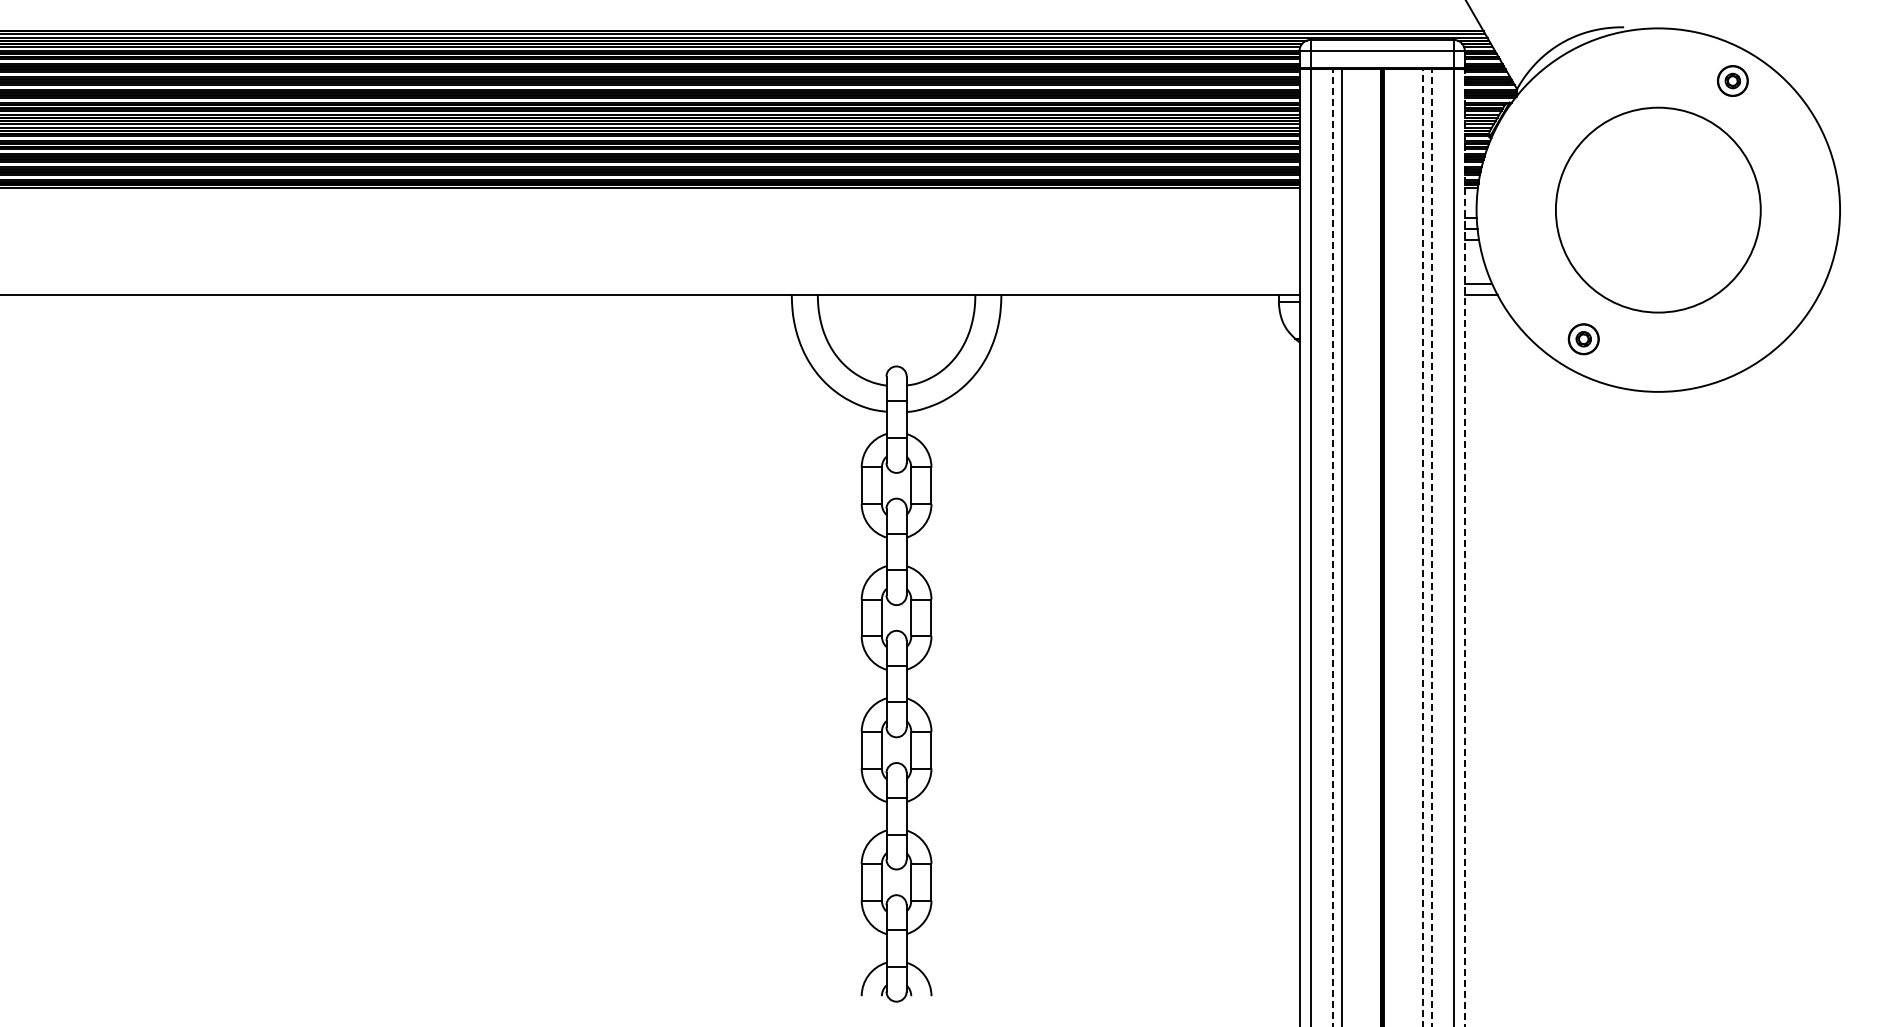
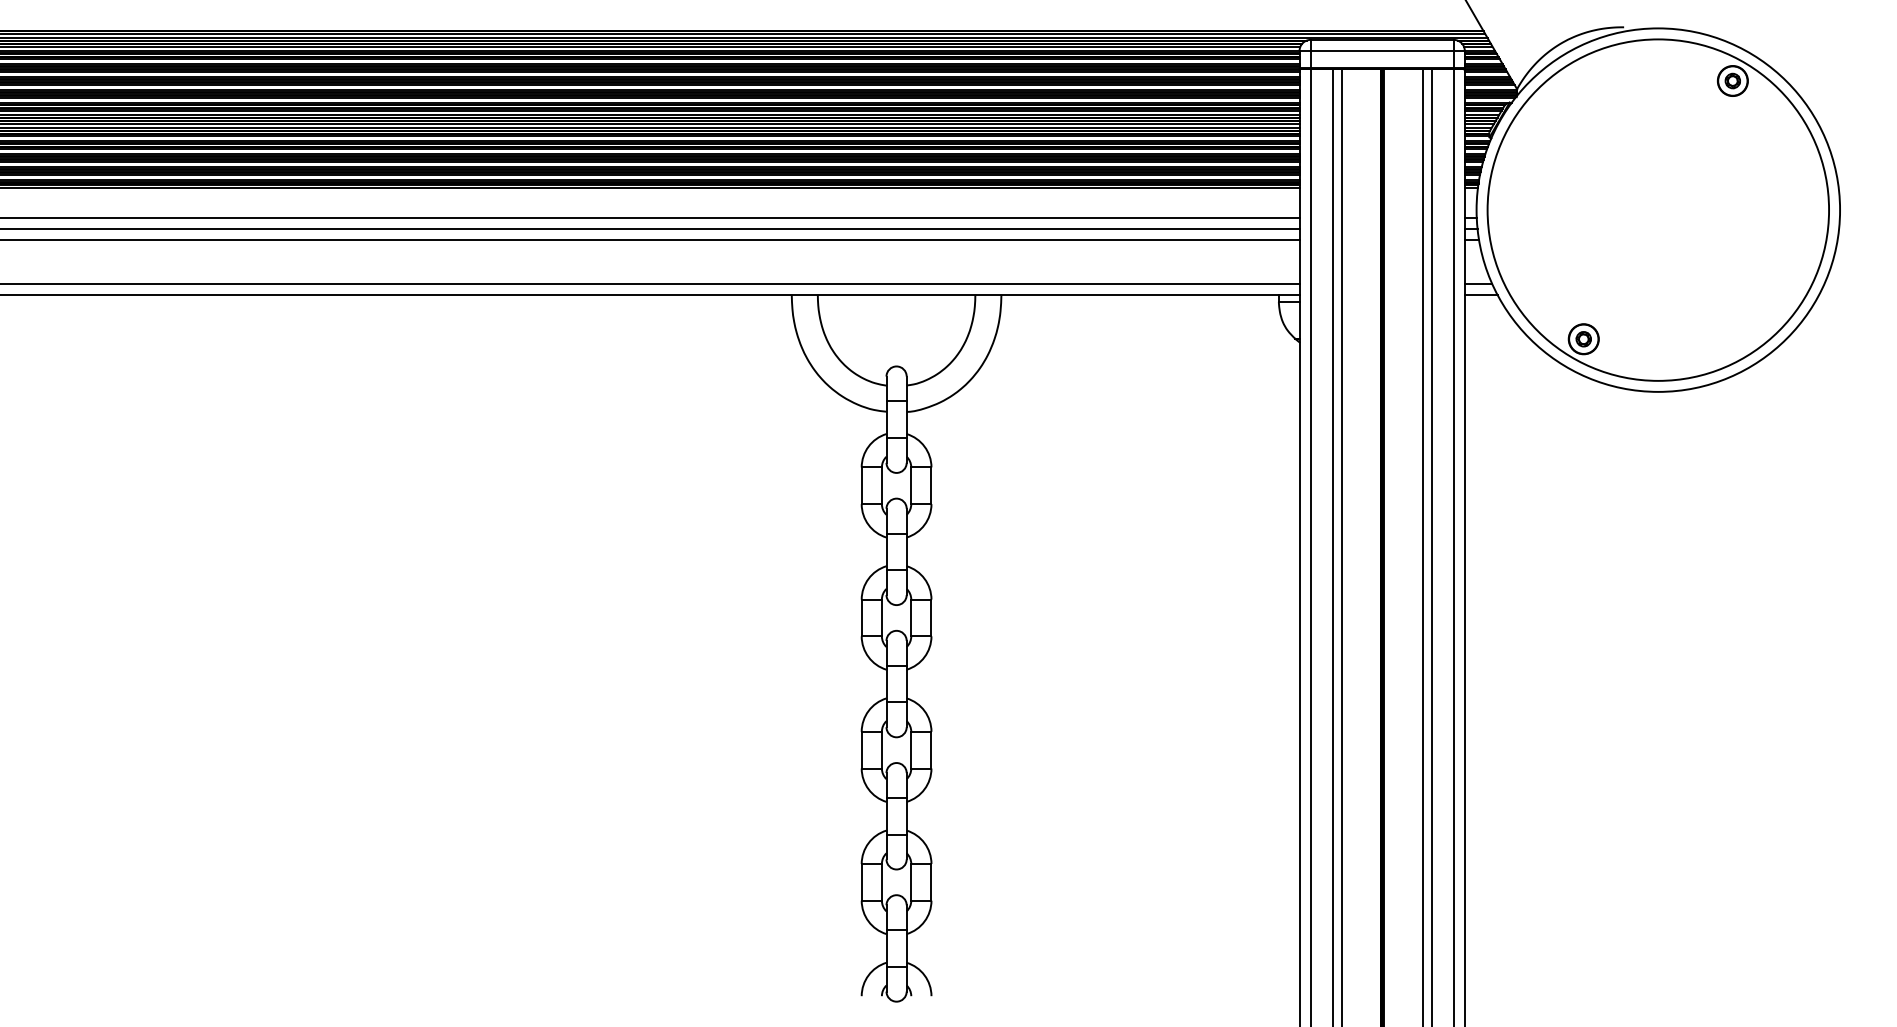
circle at (1657, 209) diameter: 205 px -> 341 px
line at (650, 217): none -> present
line at (650, 228): none -> present
line at (650, 239): none -> present
line at (650, 283): none -> present
line at (1332, 547): dashed -> solid
line at (1431, 547): dashed -> solid
line at (1464, 547): dashed -> solid
line at (1422, 548): dashed -> solid
